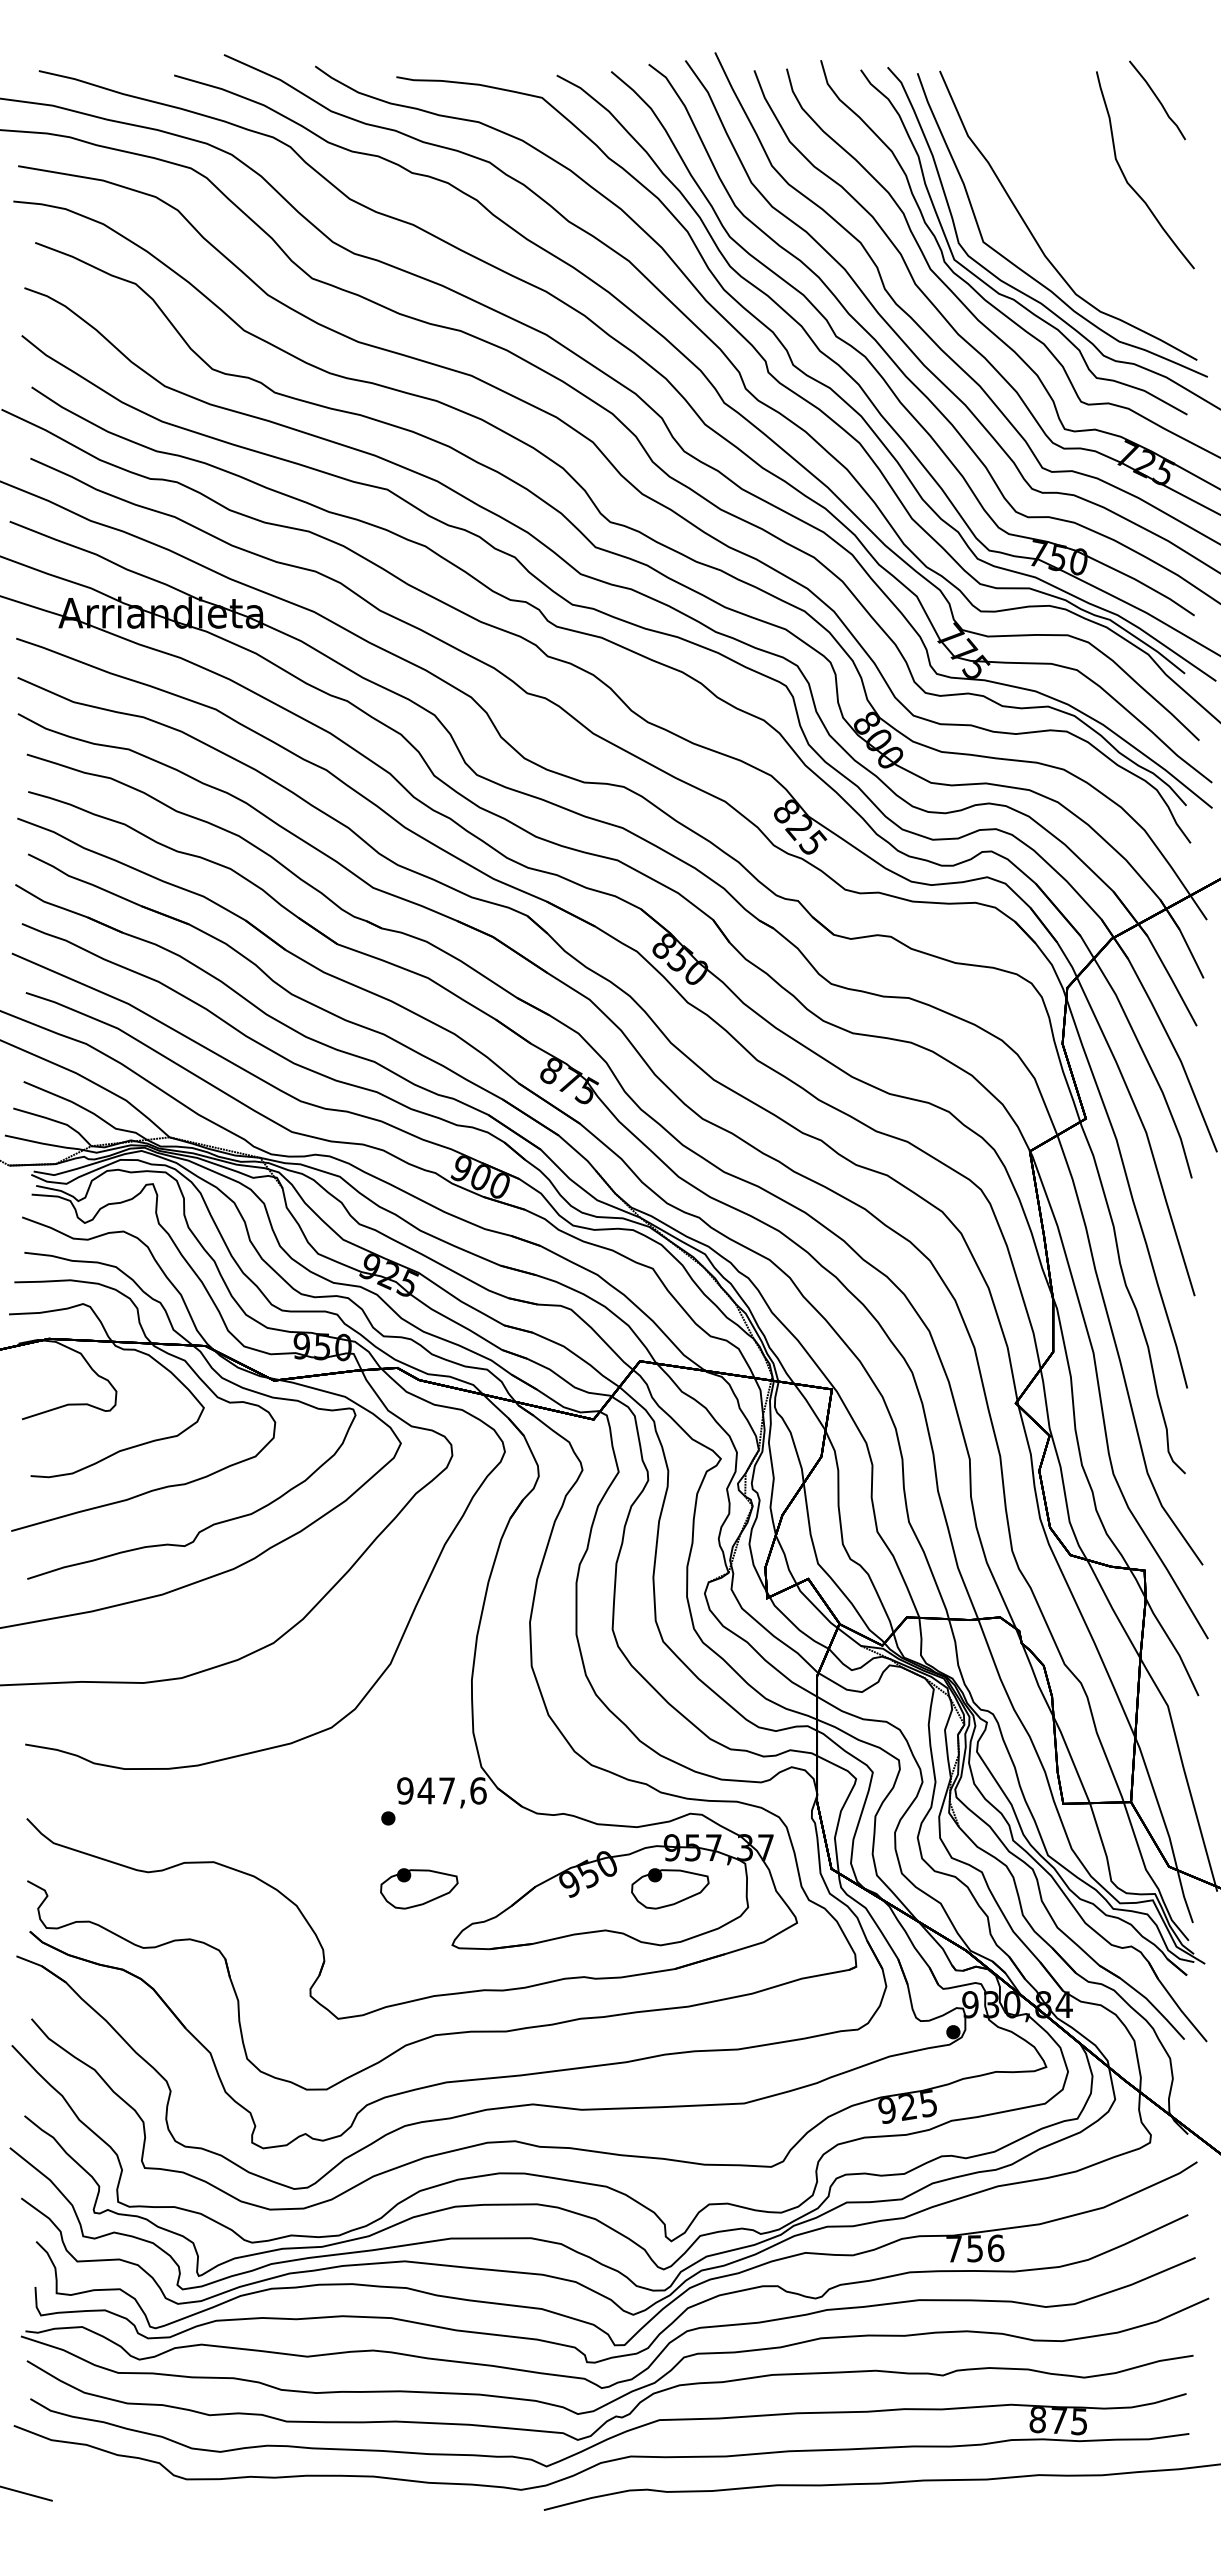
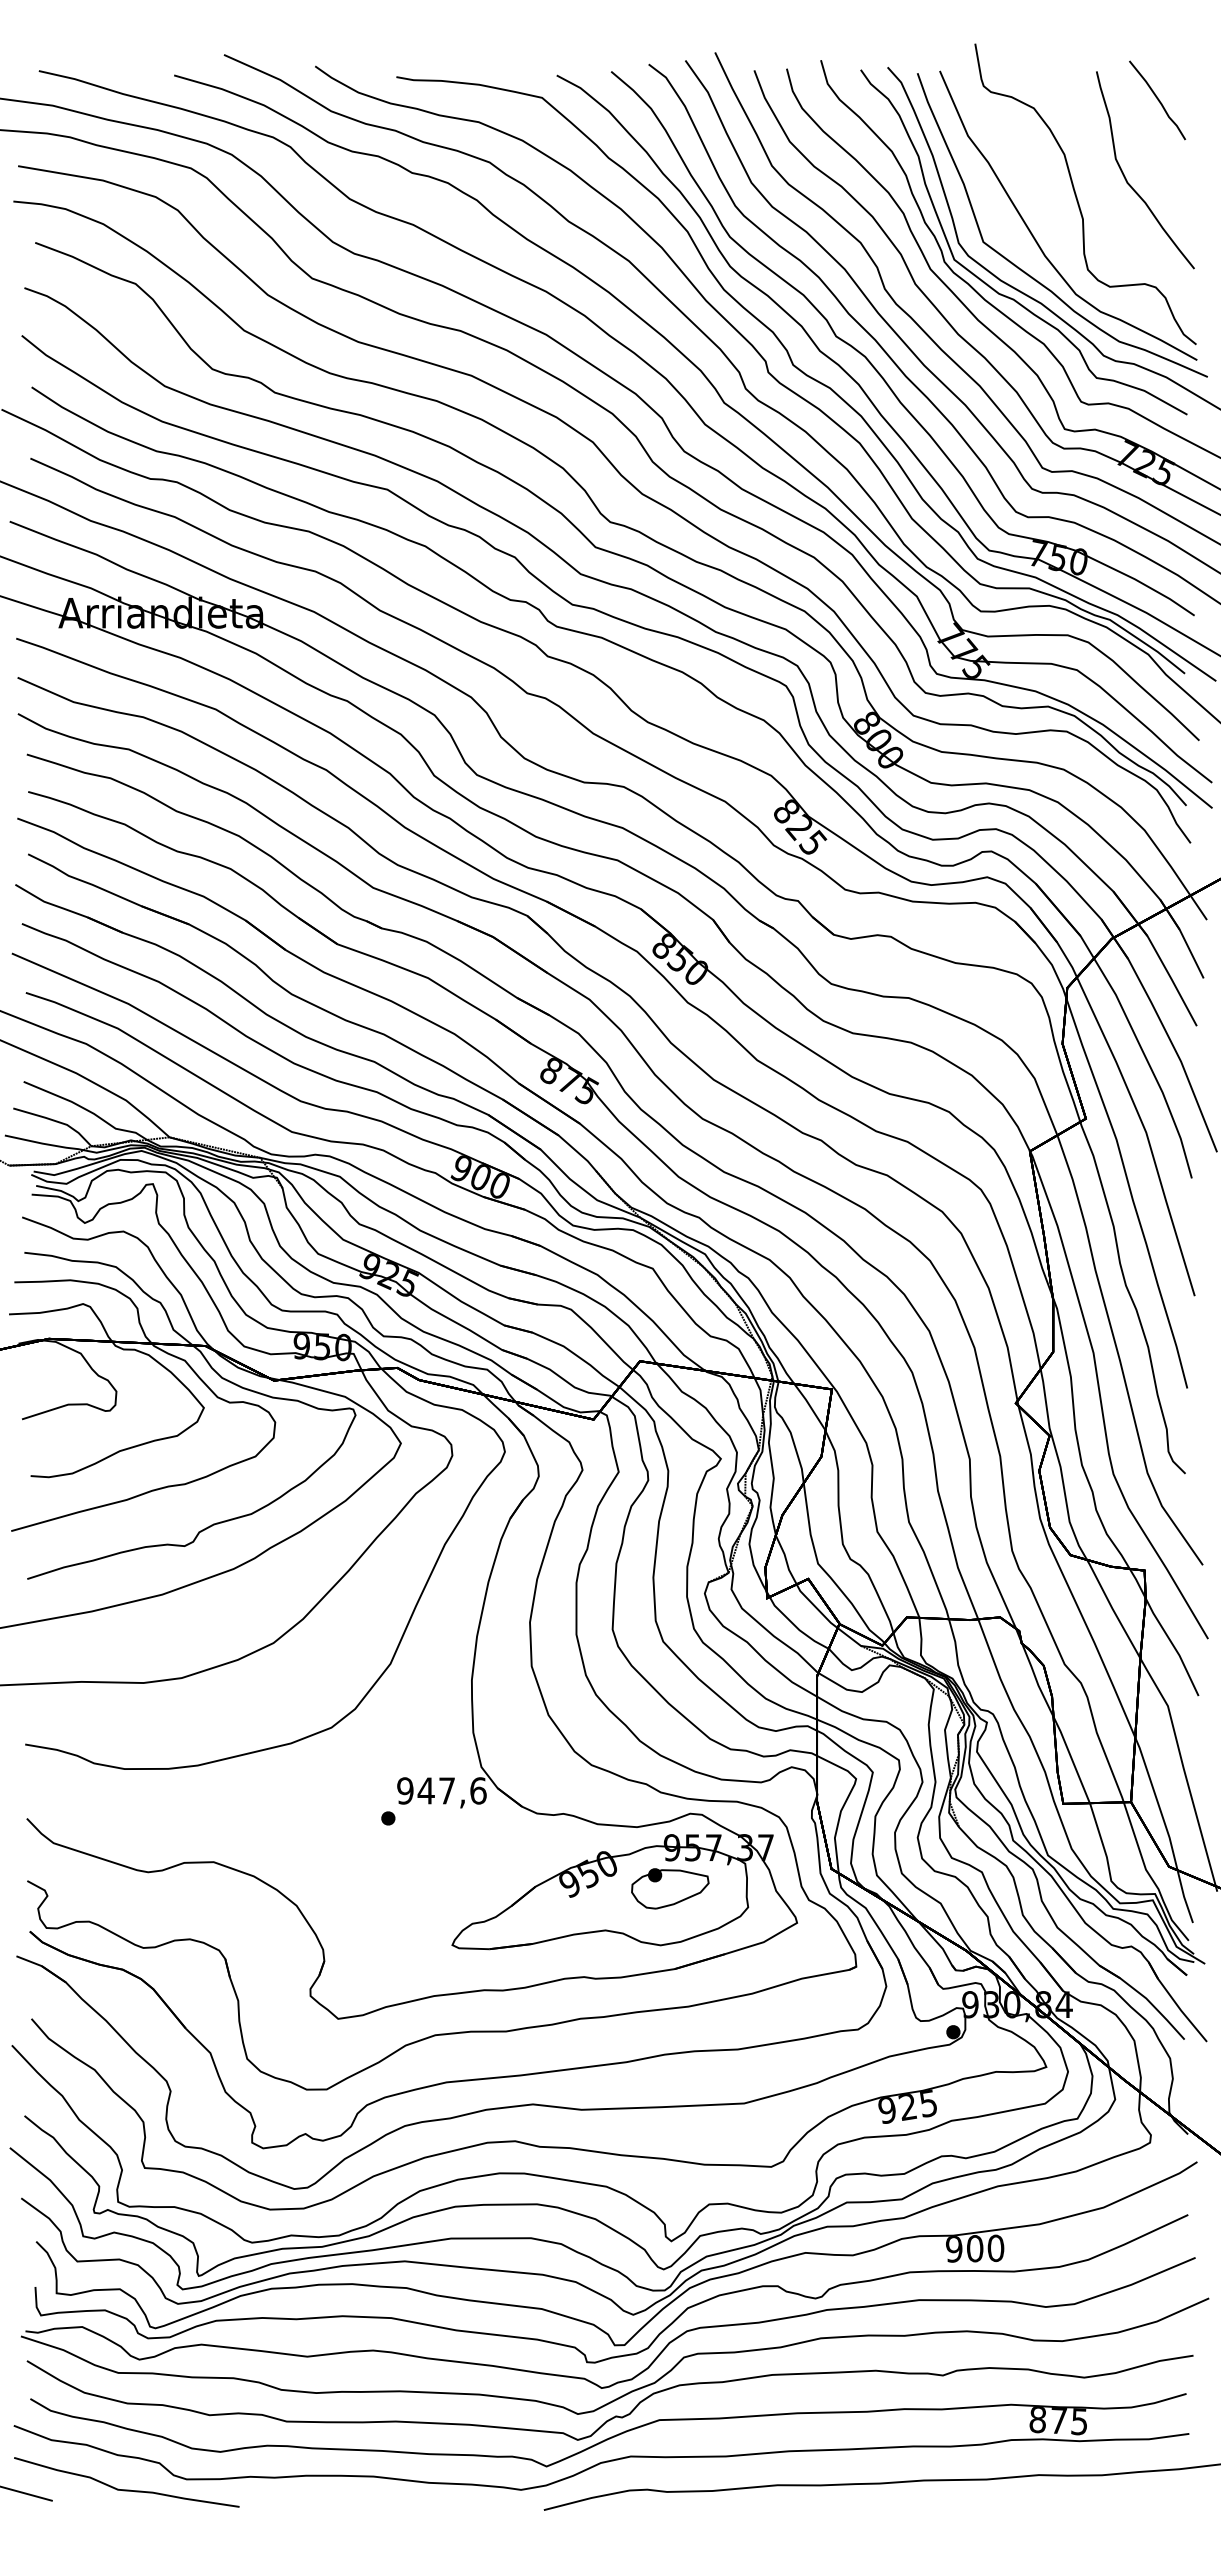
curve at (1077, 196): none -> present
part at (419, 1888): present -> none
text at (975, 2248): 756 -> 900
curve at (126, 2489): none -> present
